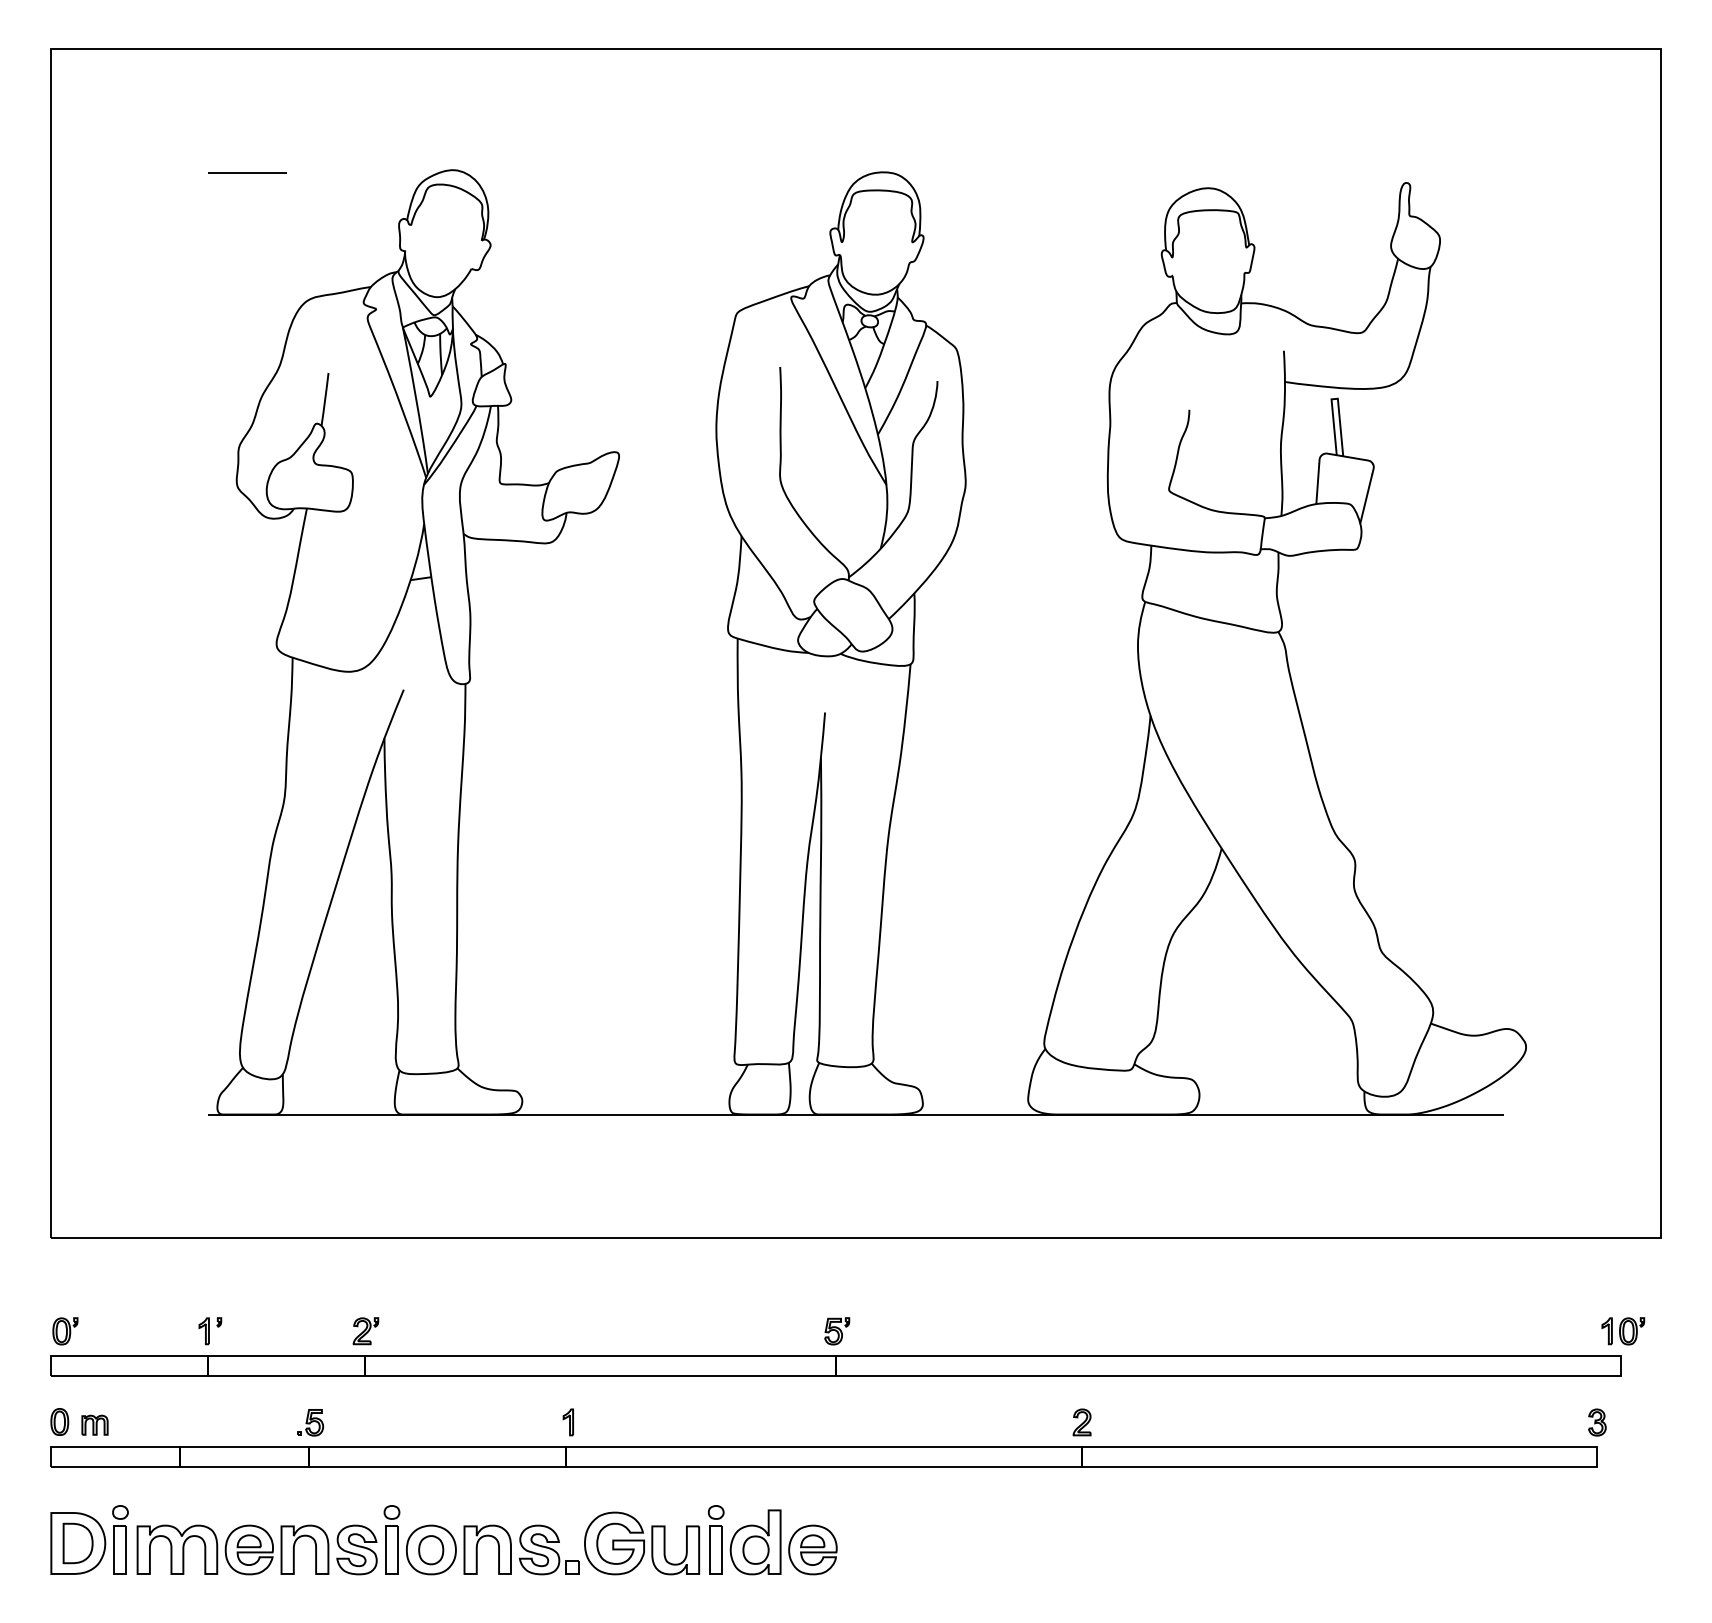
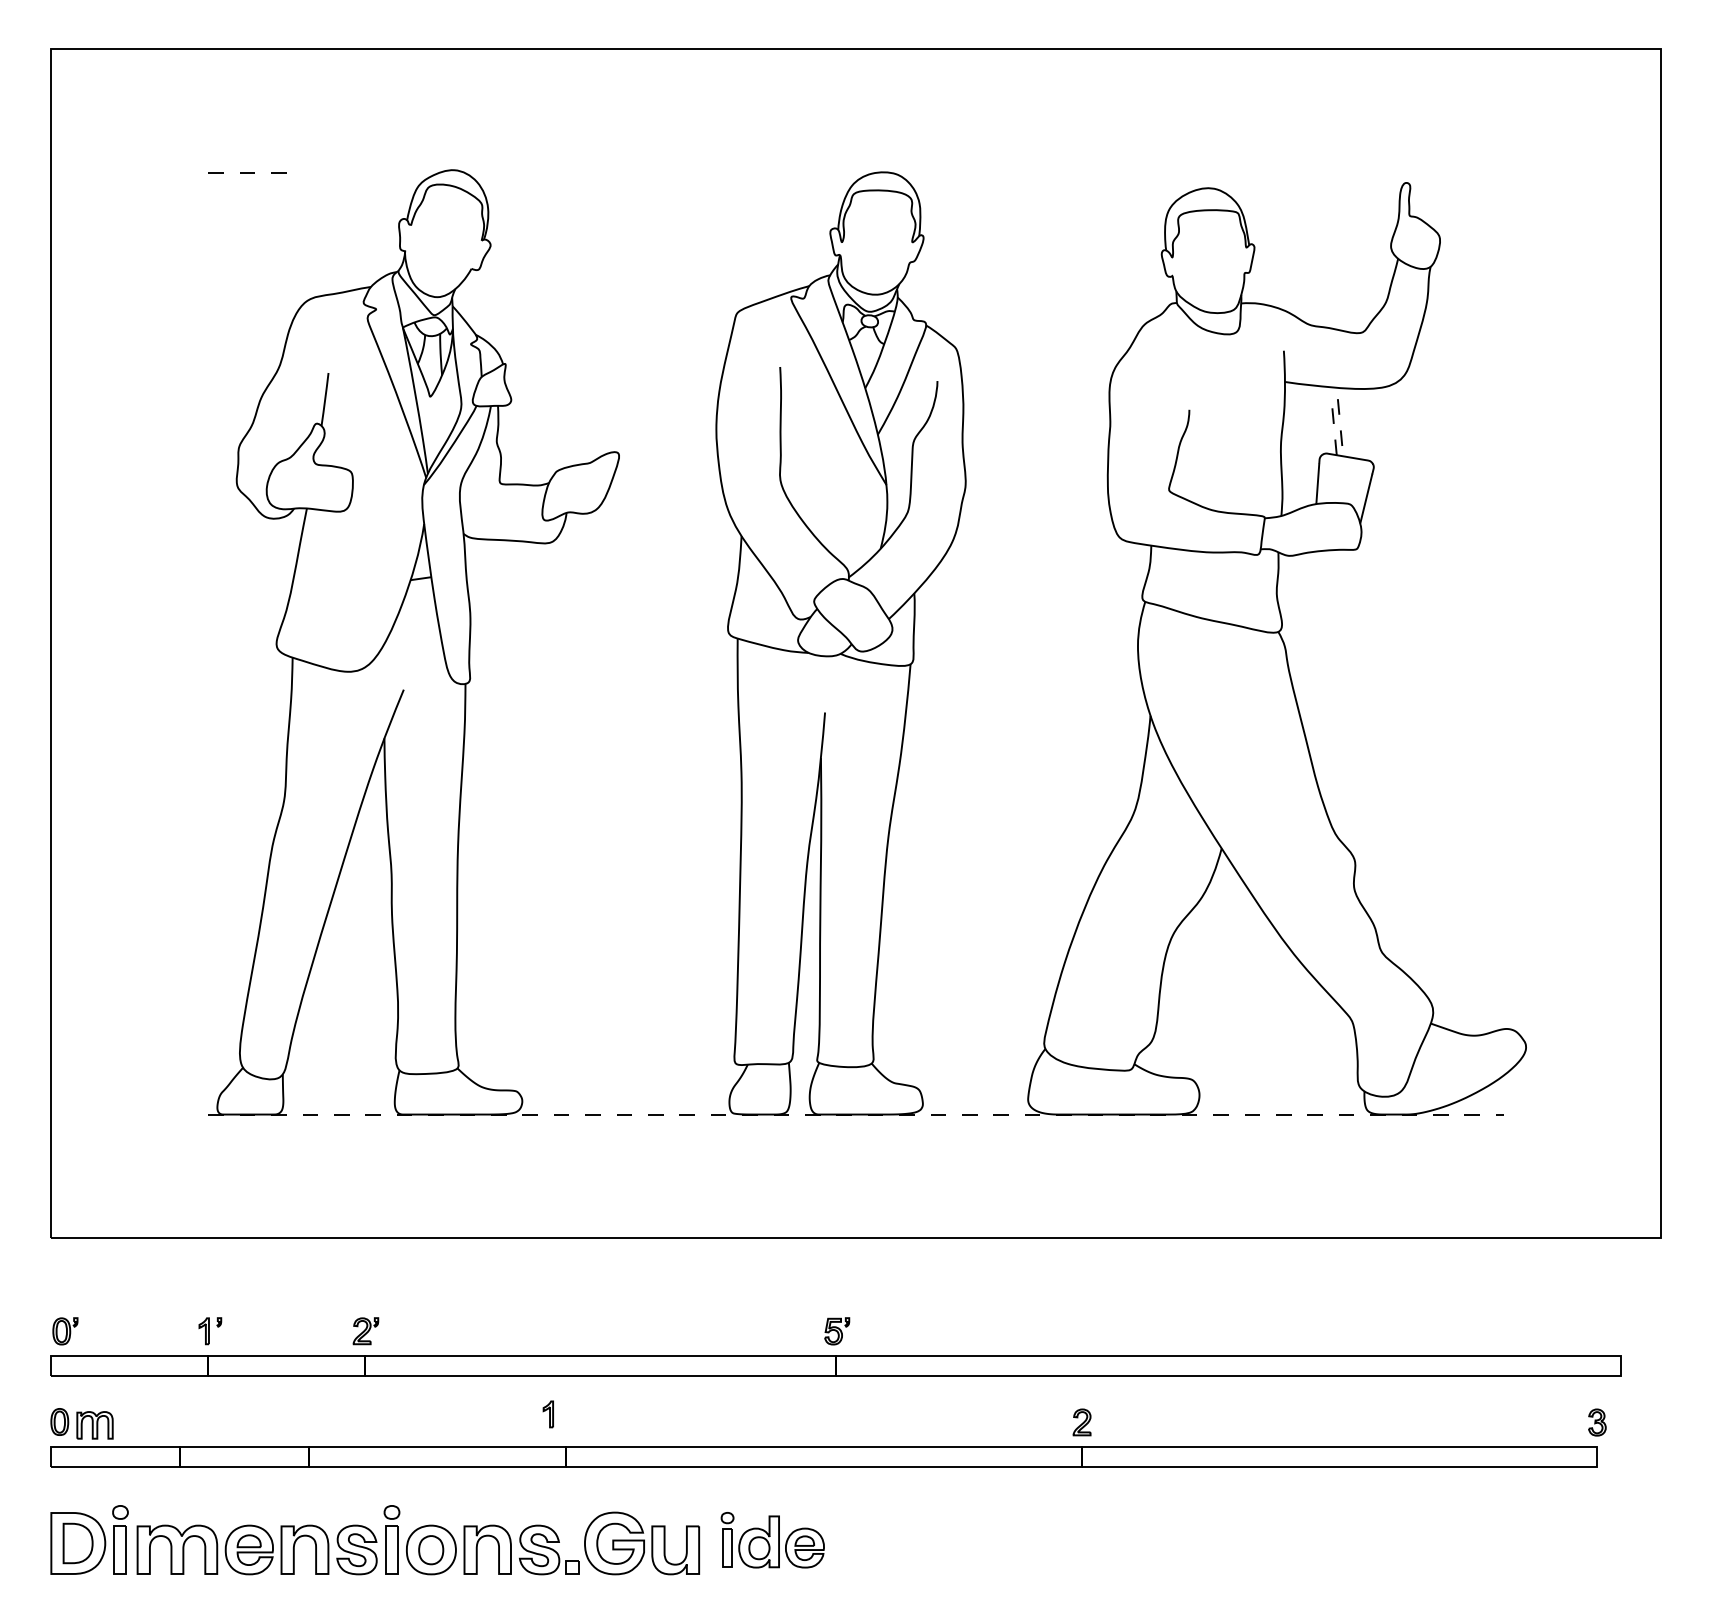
line at (248, 172): solid -> dashed
line at (1335, 399): solid -> dashed
line at (856, 1114): solid -> dashed
part at (1623, 1331): present -> none
part at (310, 1422): present -> none
part at (567, 1422) position: (567, 1422) -> (547, 1414)
part at (94, 1424) size: 28x22 px -> 38x29 px
part at (772, 1540) size: 130x71 px -> 105x57 px
